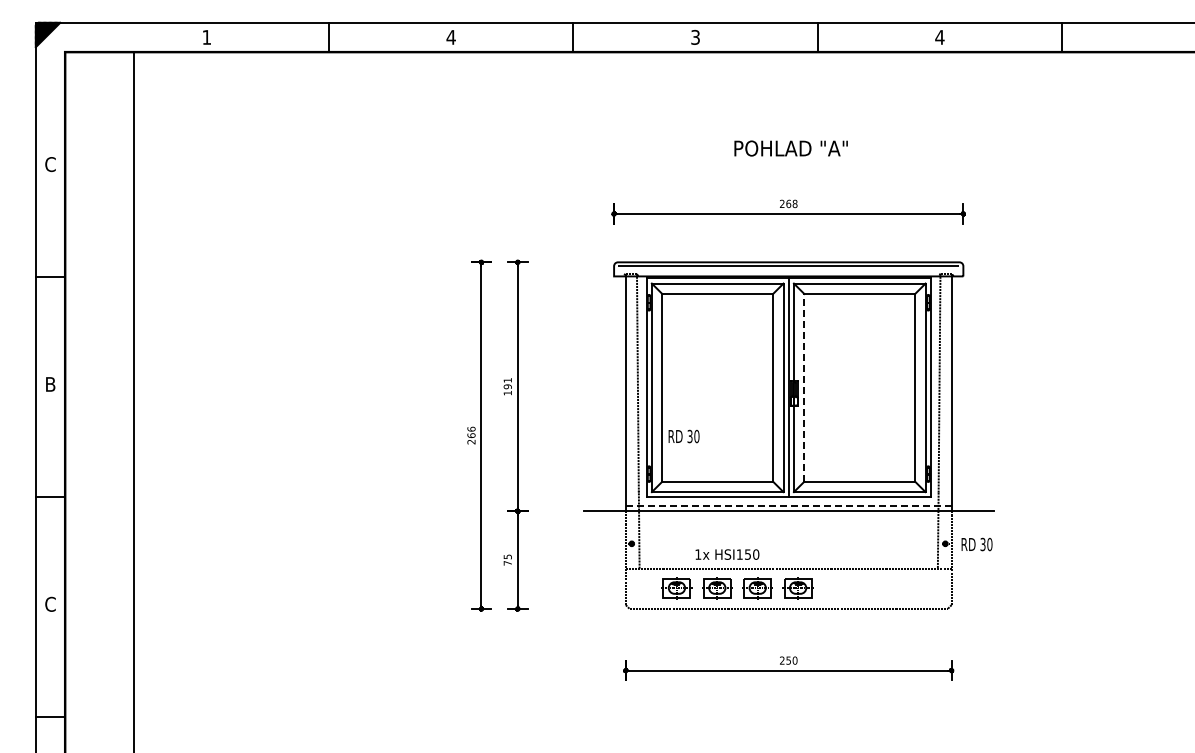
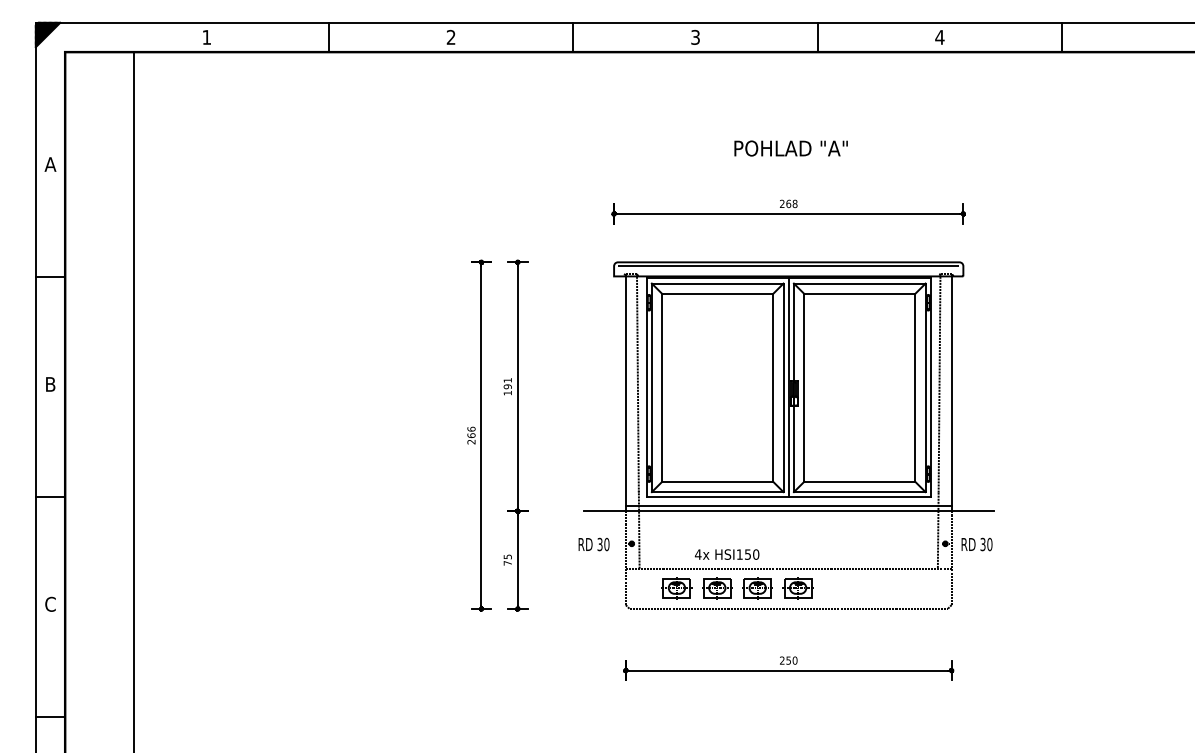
text at (450, 36): 4 -> 2
text at (50, 164): C -> A
line at (804, 387): dashed -> solid
text at (683, 436) position: (683, 436) -> (593, 544)
line at (788, 506): dashed -> solid
text at (697, 554): 1x -> 4x
